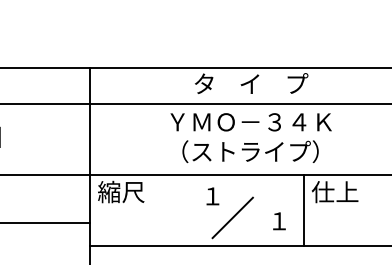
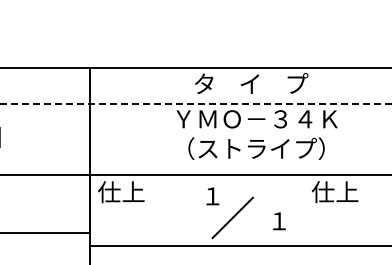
line at (196, 103): solid -> dashed
text at (250, 138) position: (250, 138) -> (256, 135)
text at (121, 191): 縮尺 -> 仕上
line at (304, 210): present -> none
line at (46, 222) position: (46, 222) -> (46, 232)
